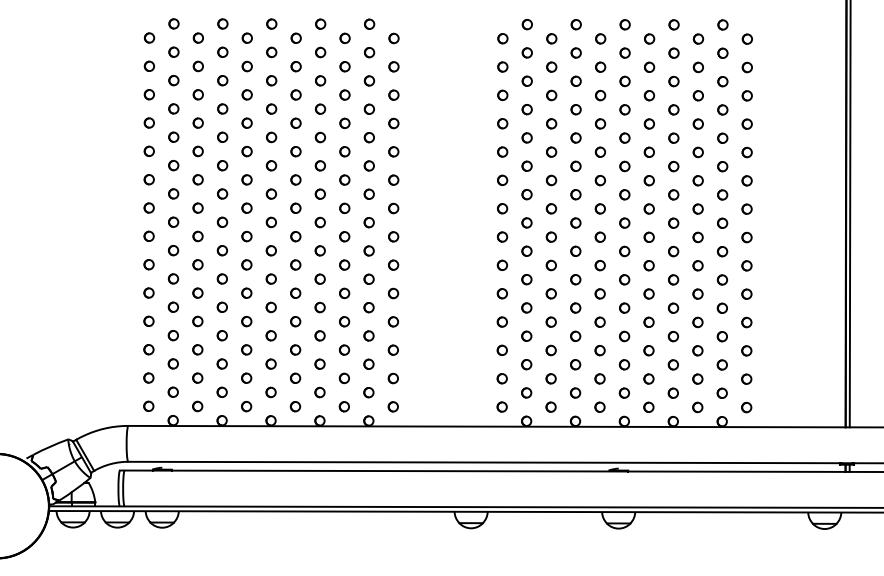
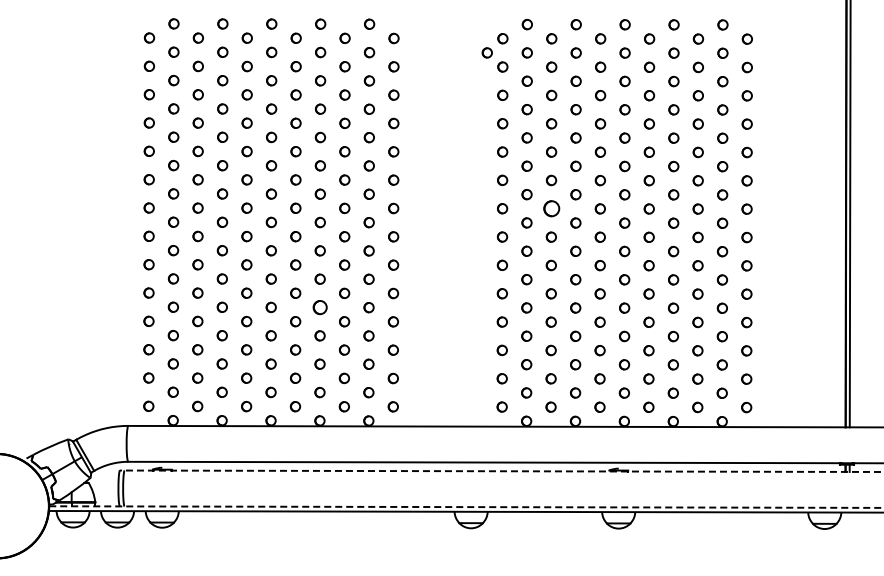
part at (486, 52): none -> present
part at (550, 208) size: 12x12 px -> 18x18 px
part at (319, 307) size: 12x13 px -> 16x16 px
line at (501, 471): solid -> dashed
line at (467, 507): solid -> dashed
